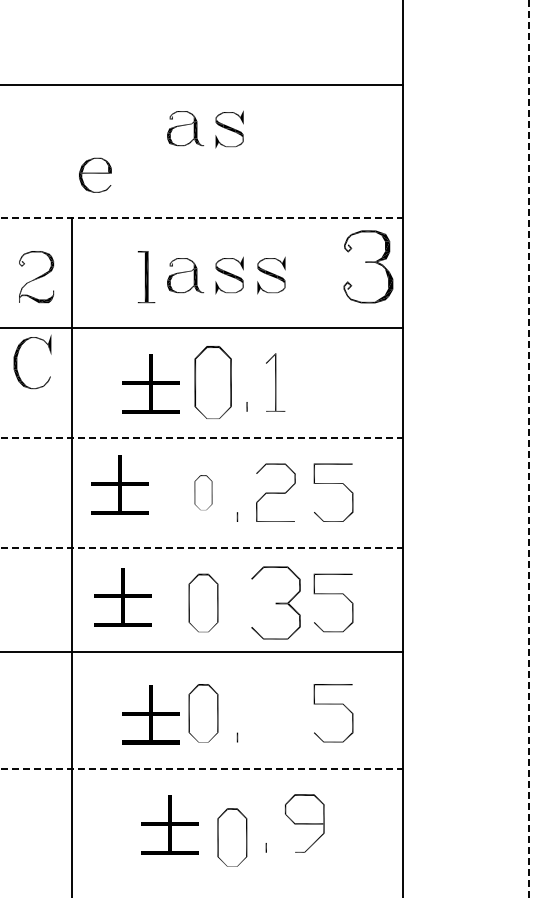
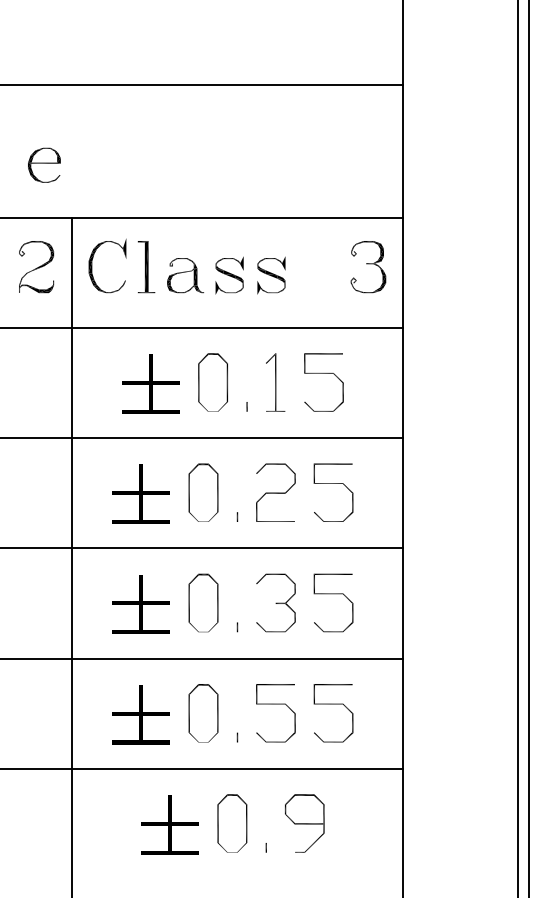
part at (185, 128): present -> none
part at (229, 129): present -> none
part at (95, 174) position: (95, 174) -> (44, 164)
line at (201, 217): dashed -> solid
part at (368, 266) size: 51x74 px -> 37x53 px
part at (36, 277) position: (36, 277) -> (36, 267)
part at (146, 277) position: (146, 277) -> (146, 267)
part at (17, 361) position: (17, 361) -> (92, 265)
part at (323, 373): none -> present
part at (212, 382) size: 38x73 px -> 30x59 px
line at (201, 438): dashed -> solid
line at (517, 448): none -> present
line at (528, 448): dashed -> solid
part at (119, 484) position: (119, 484) -> (140, 493)
part at (203, 492) size: 19x36 px -> 31x59 px
line at (201, 548): dashed -> solid
part at (122, 597) position: (122, 597) -> (140, 604)
part at (275, 602) size: 50x74 px -> 40x60 px
part at (237, 627): none -> present
line at (202, 651) position: (202, 651) -> (202, 658)
part at (275, 704): none -> present
part at (150, 714) position: (150, 714) -> (140, 714)
line at (201, 768): dashed -> solid
part at (232, 837) position: (232, 837) -> (232, 823)
